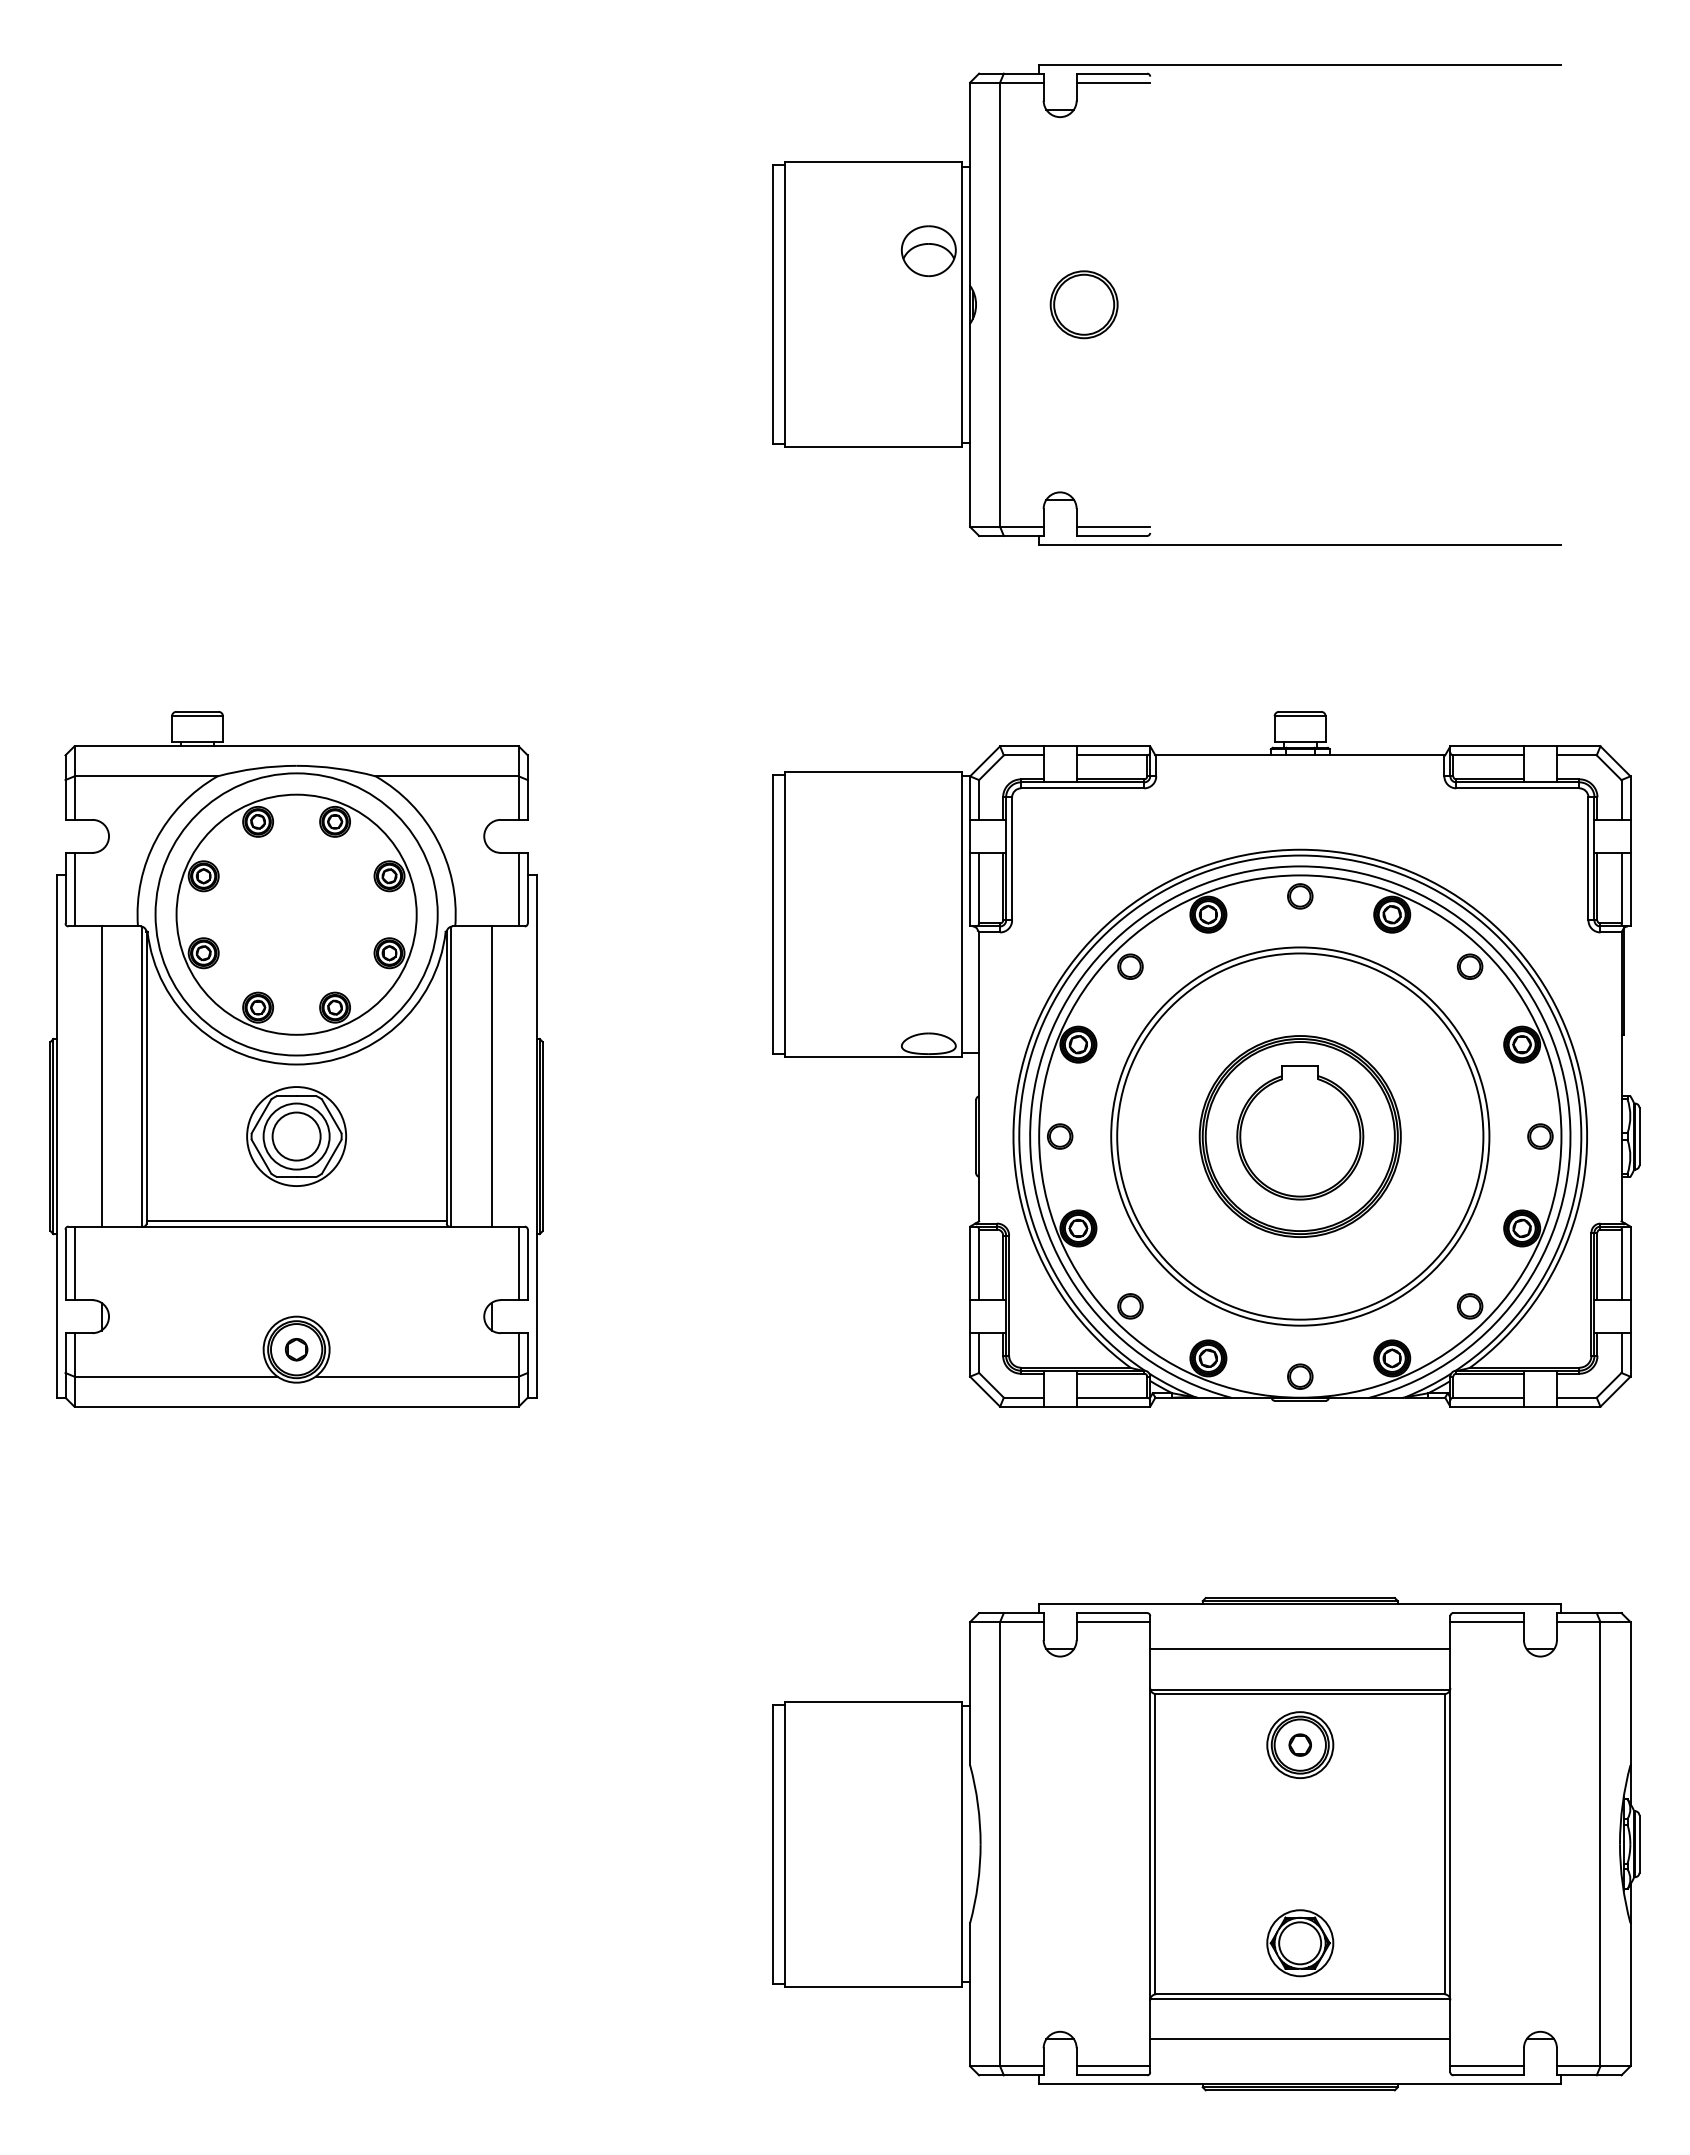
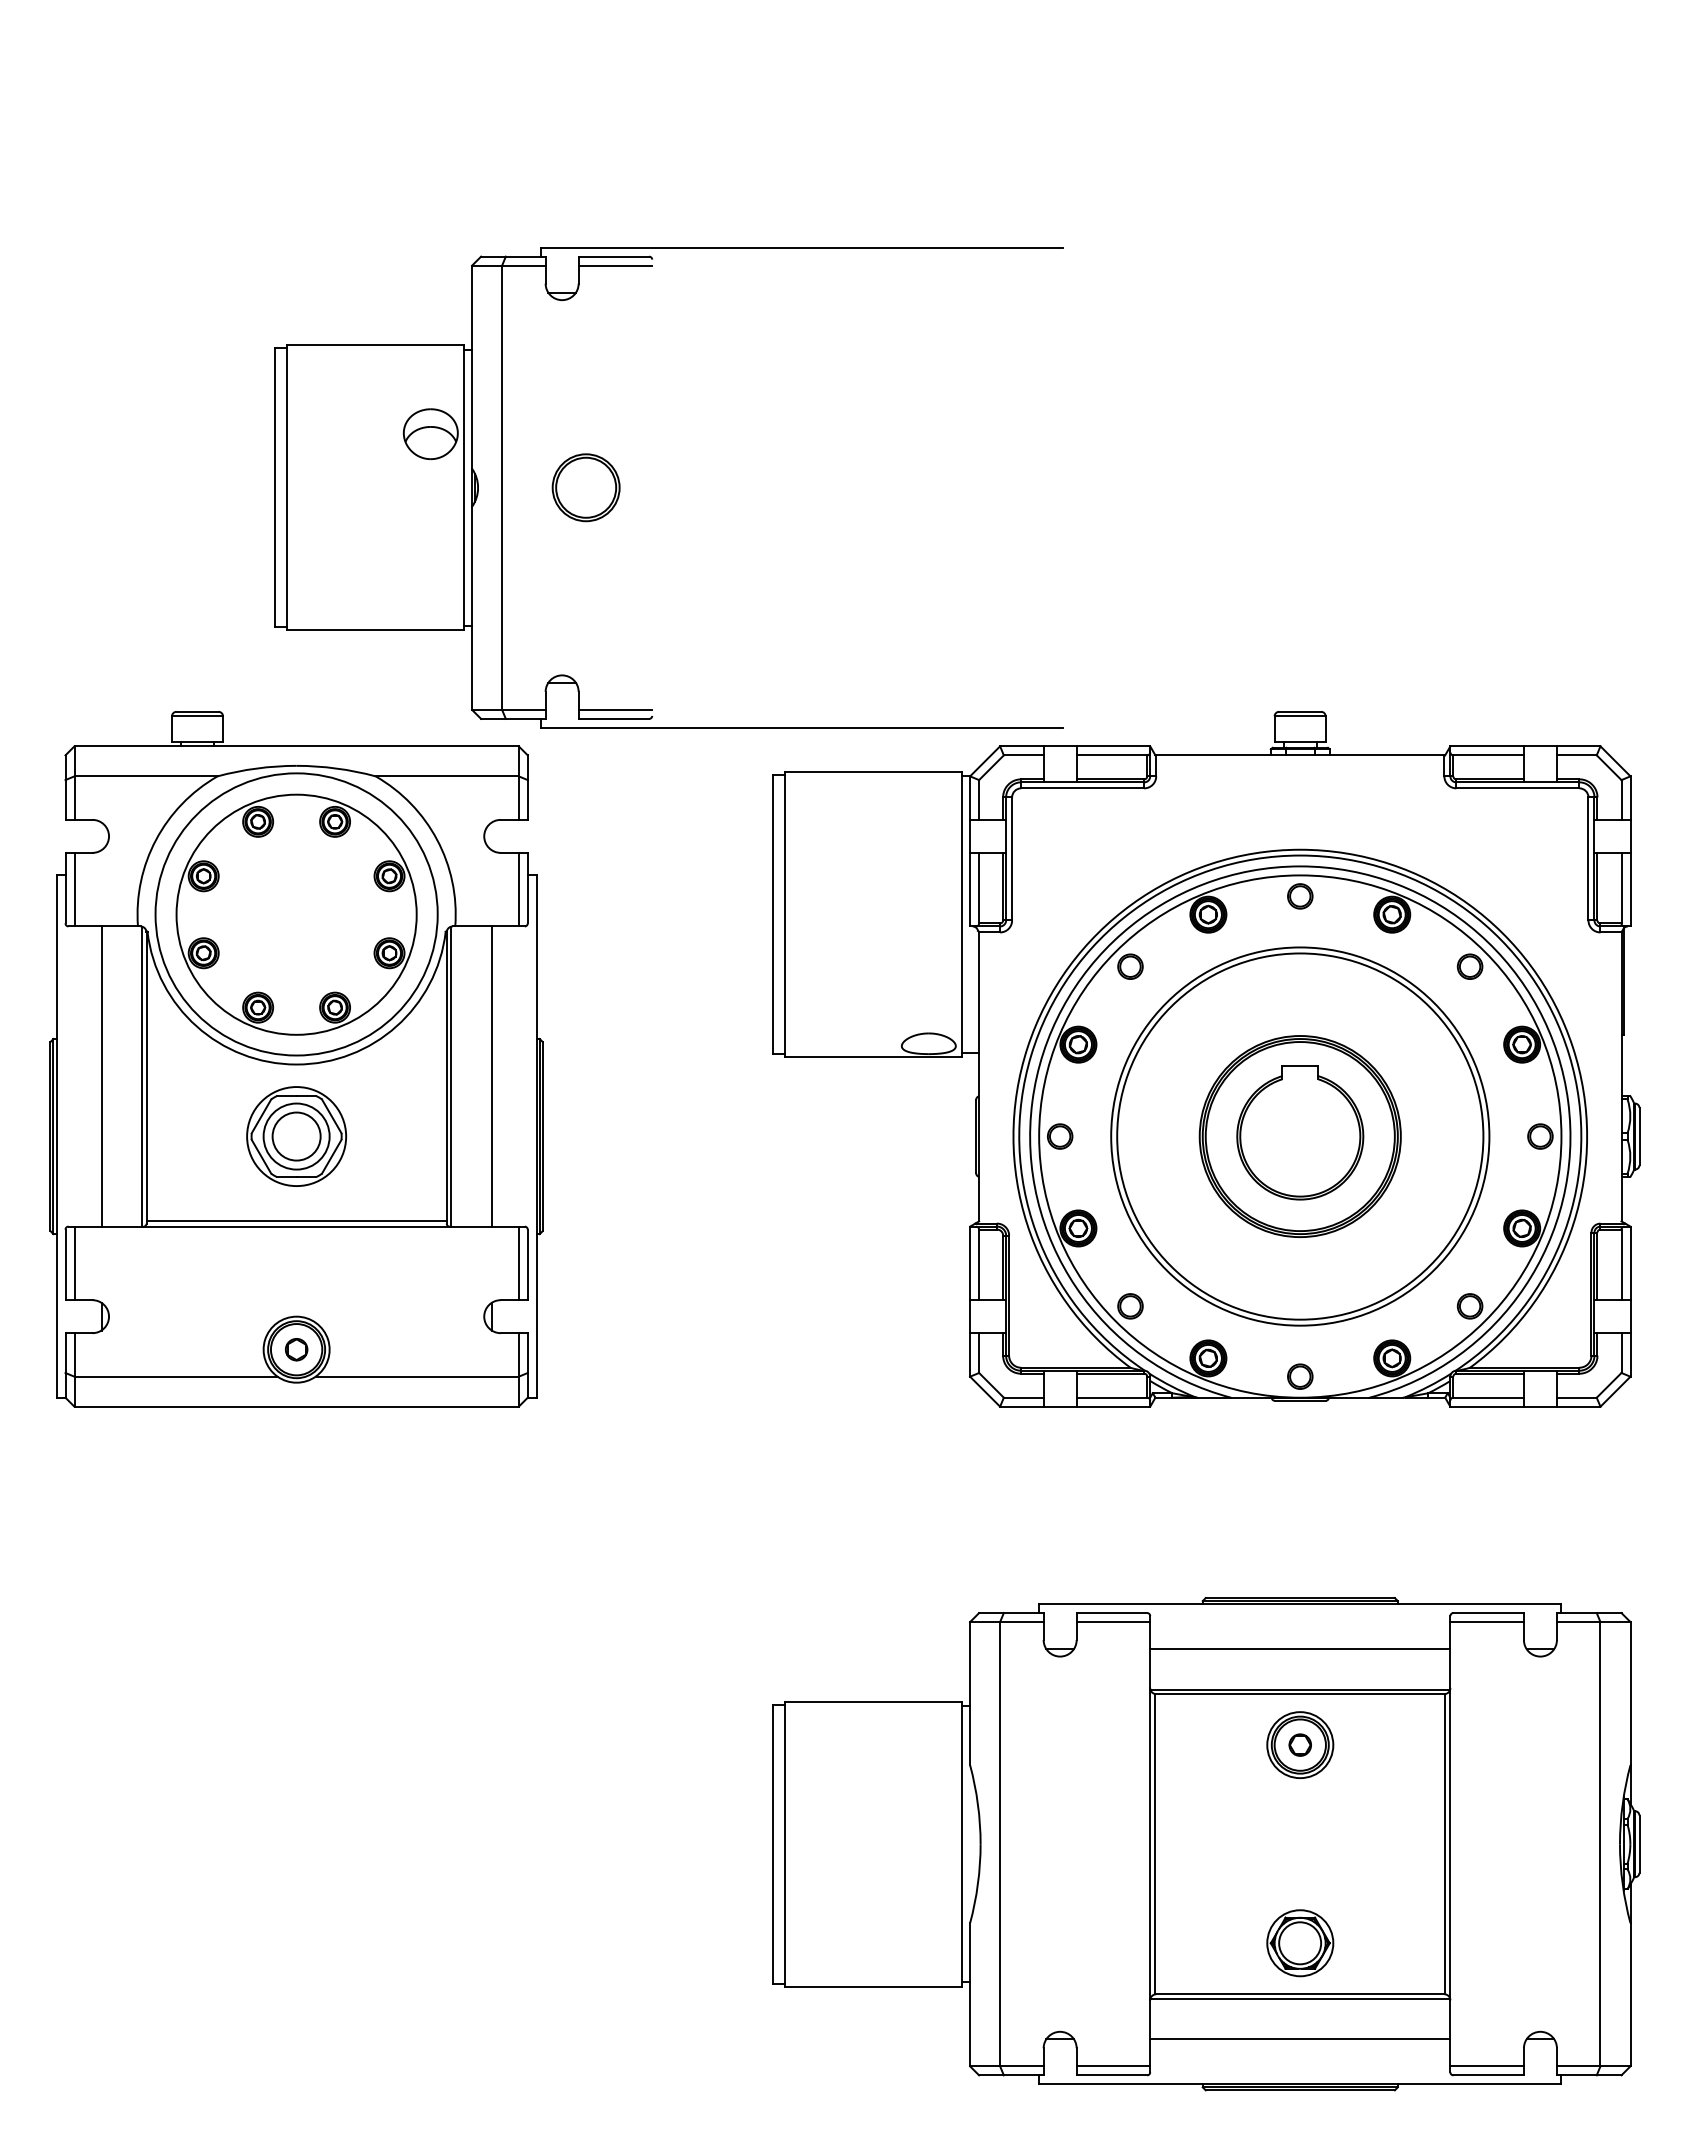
part at (1118, 304) position: (1118, 304) -> (620, 487)
